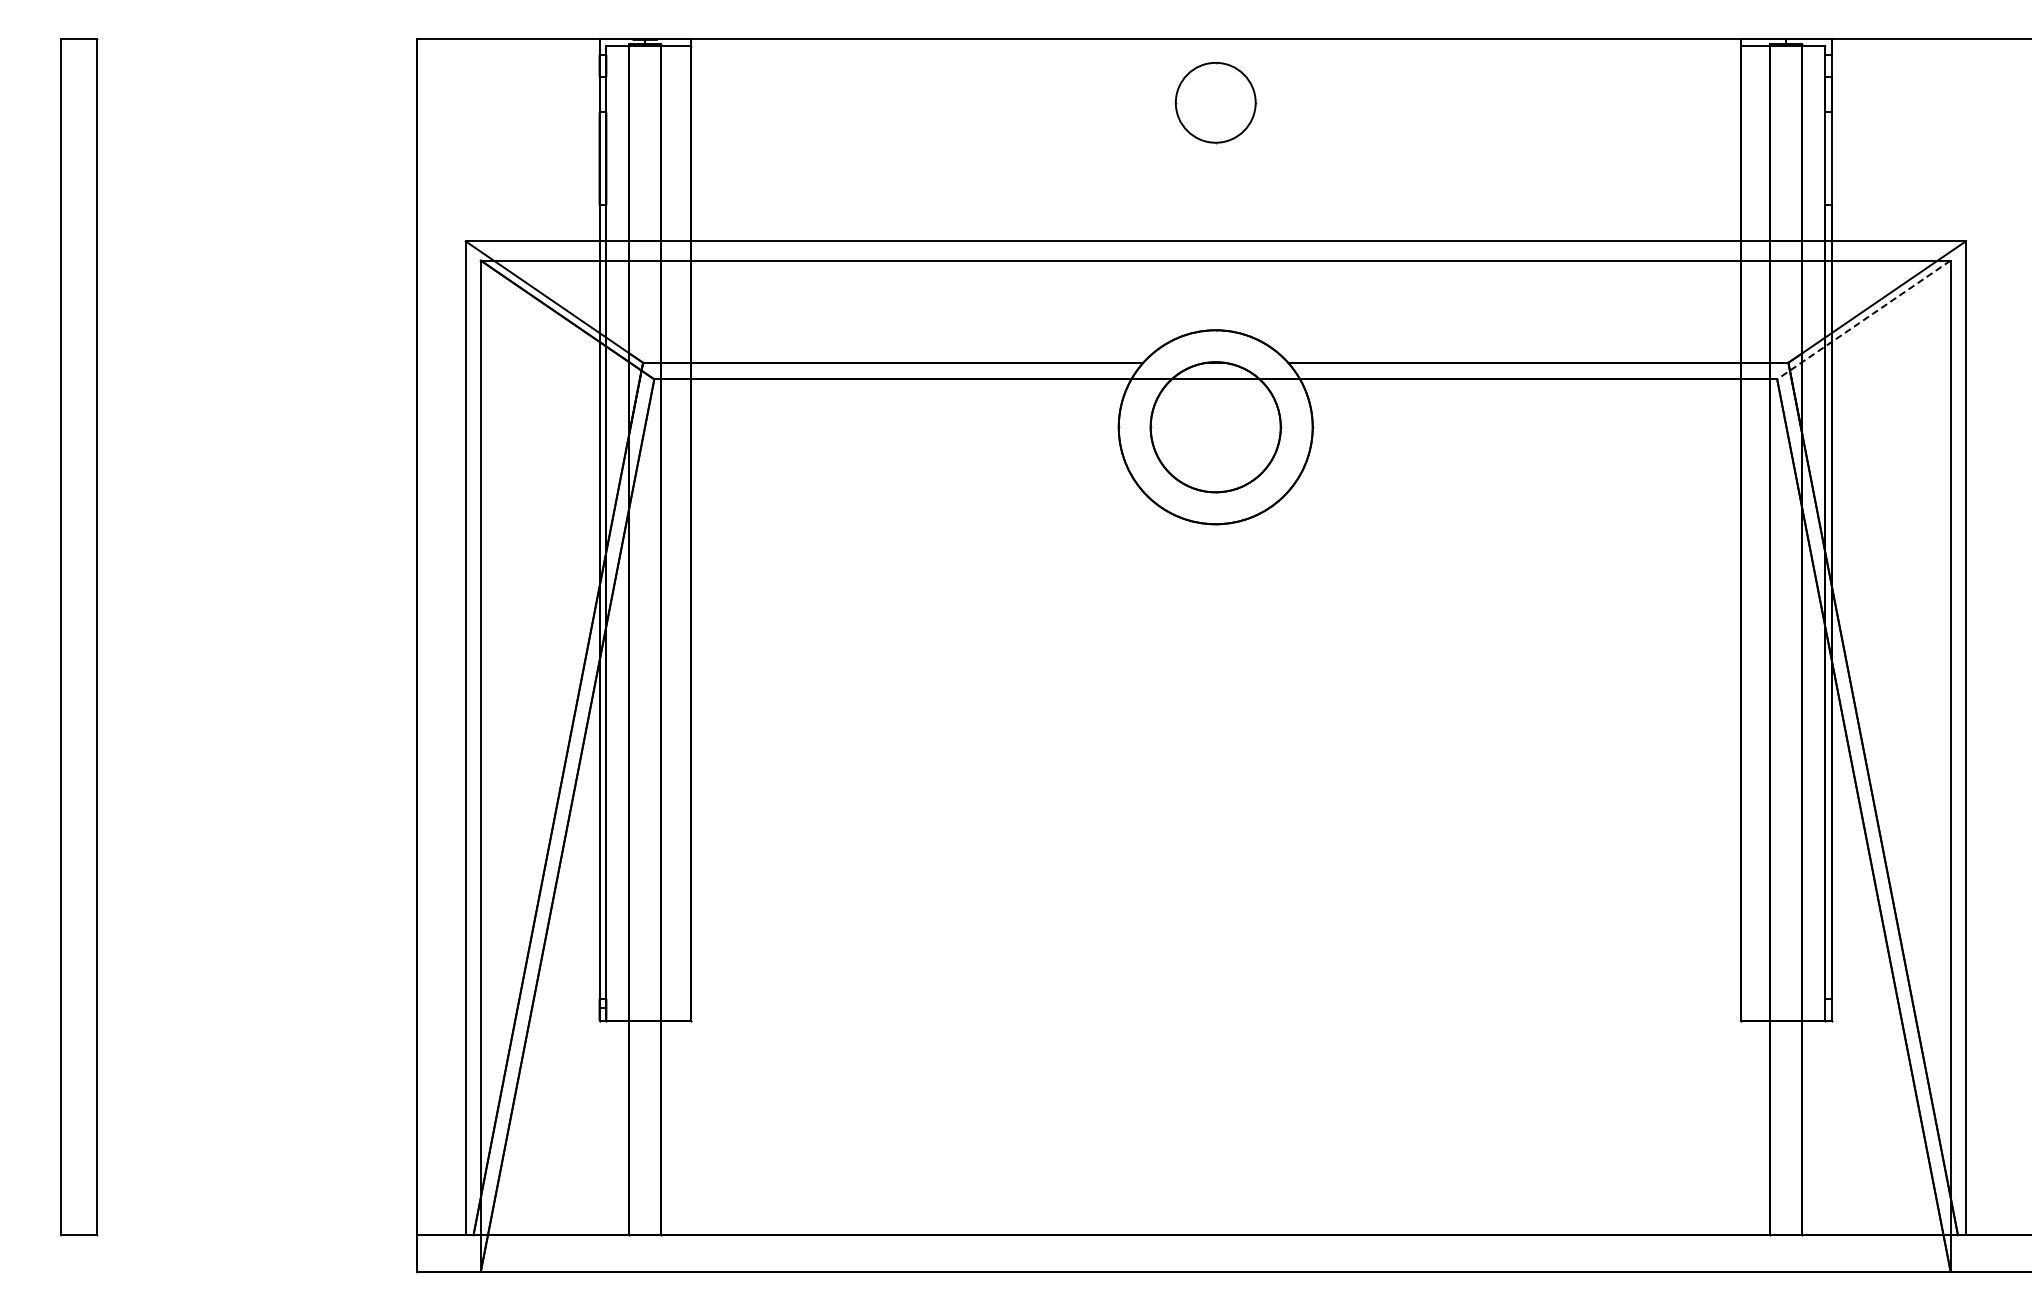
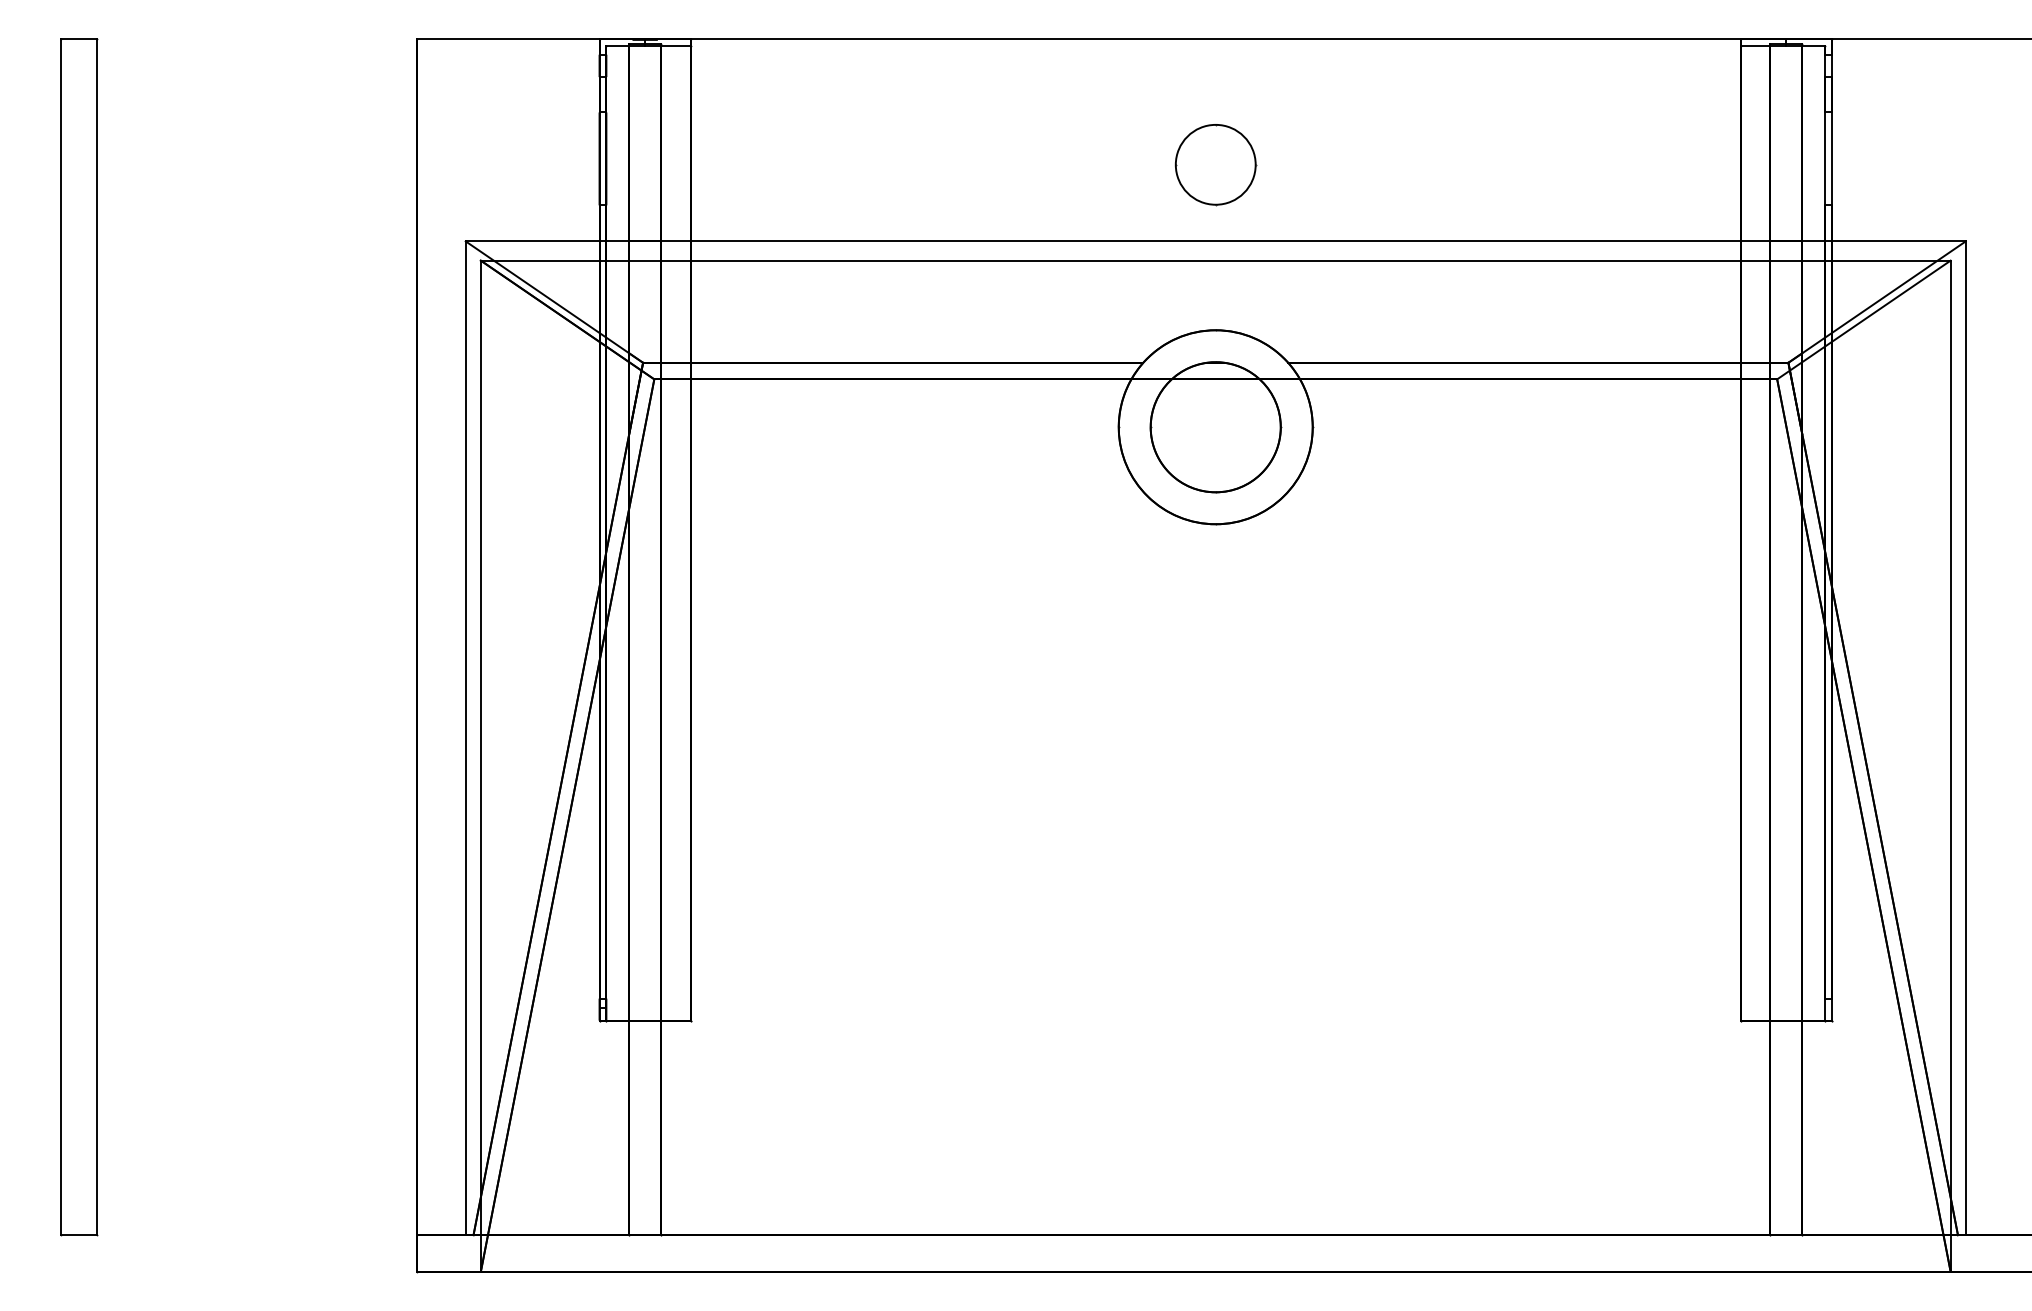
part at (1215, 103) position: (1215, 103) -> (1215, 165)
line at (1863, 320): dashed -> solid
